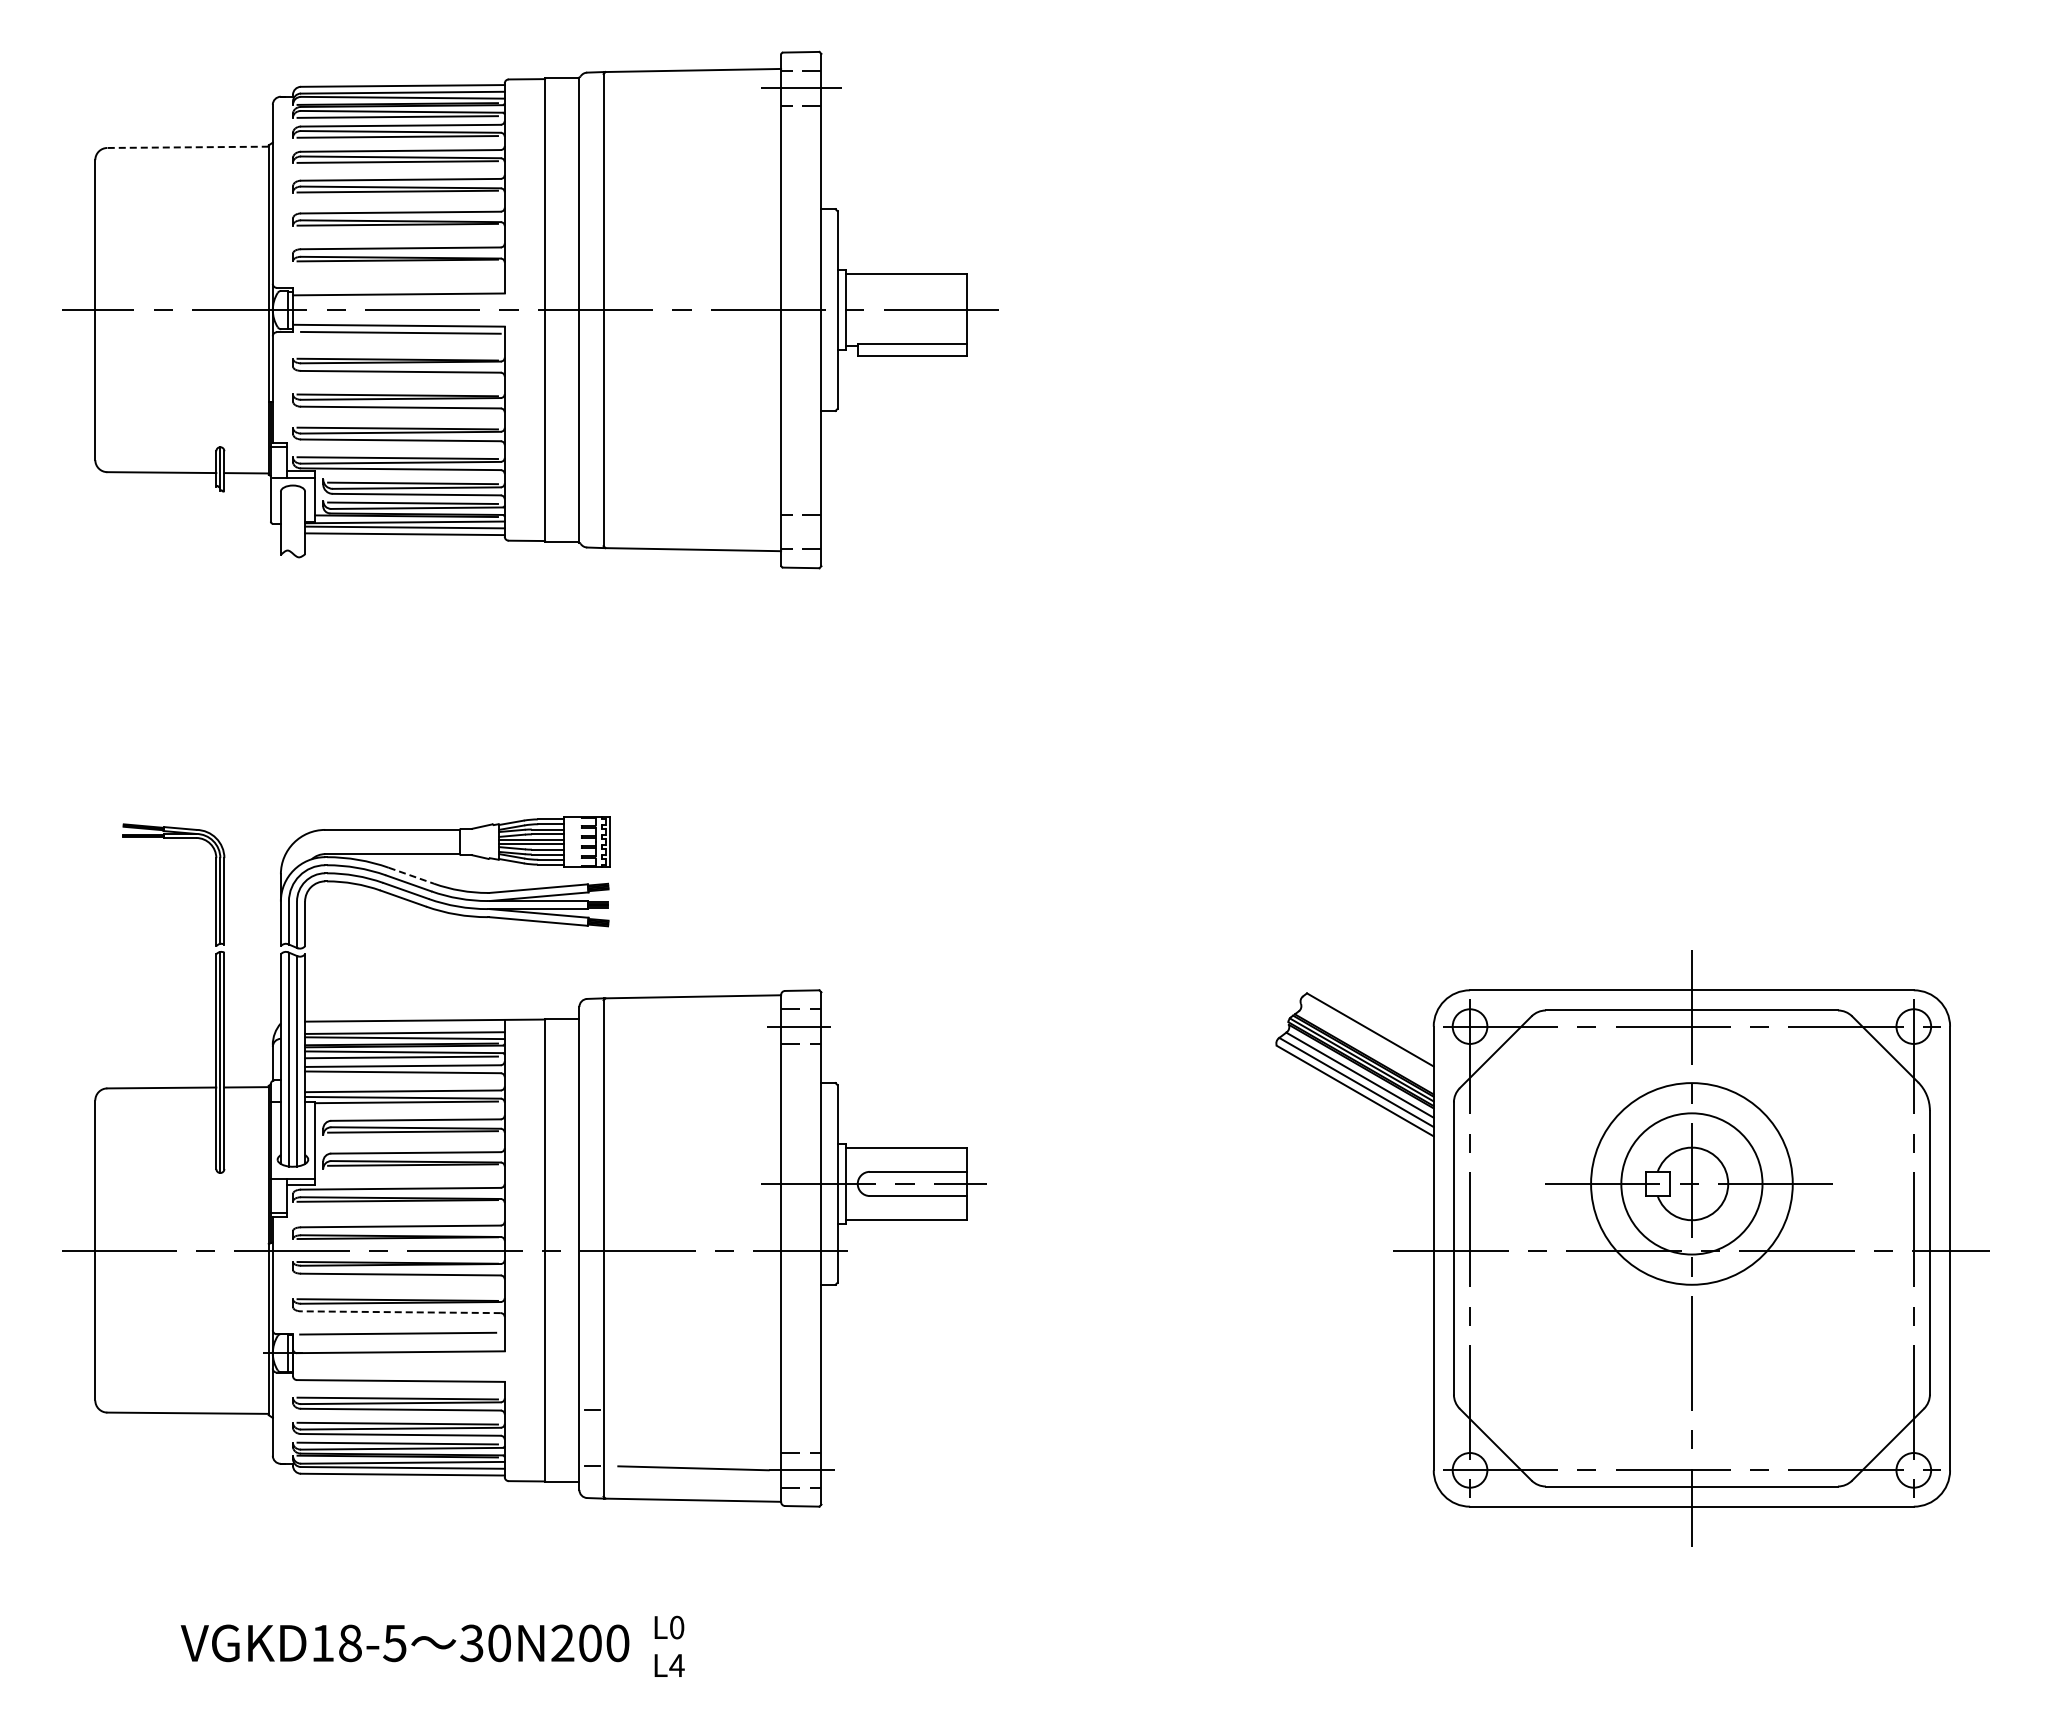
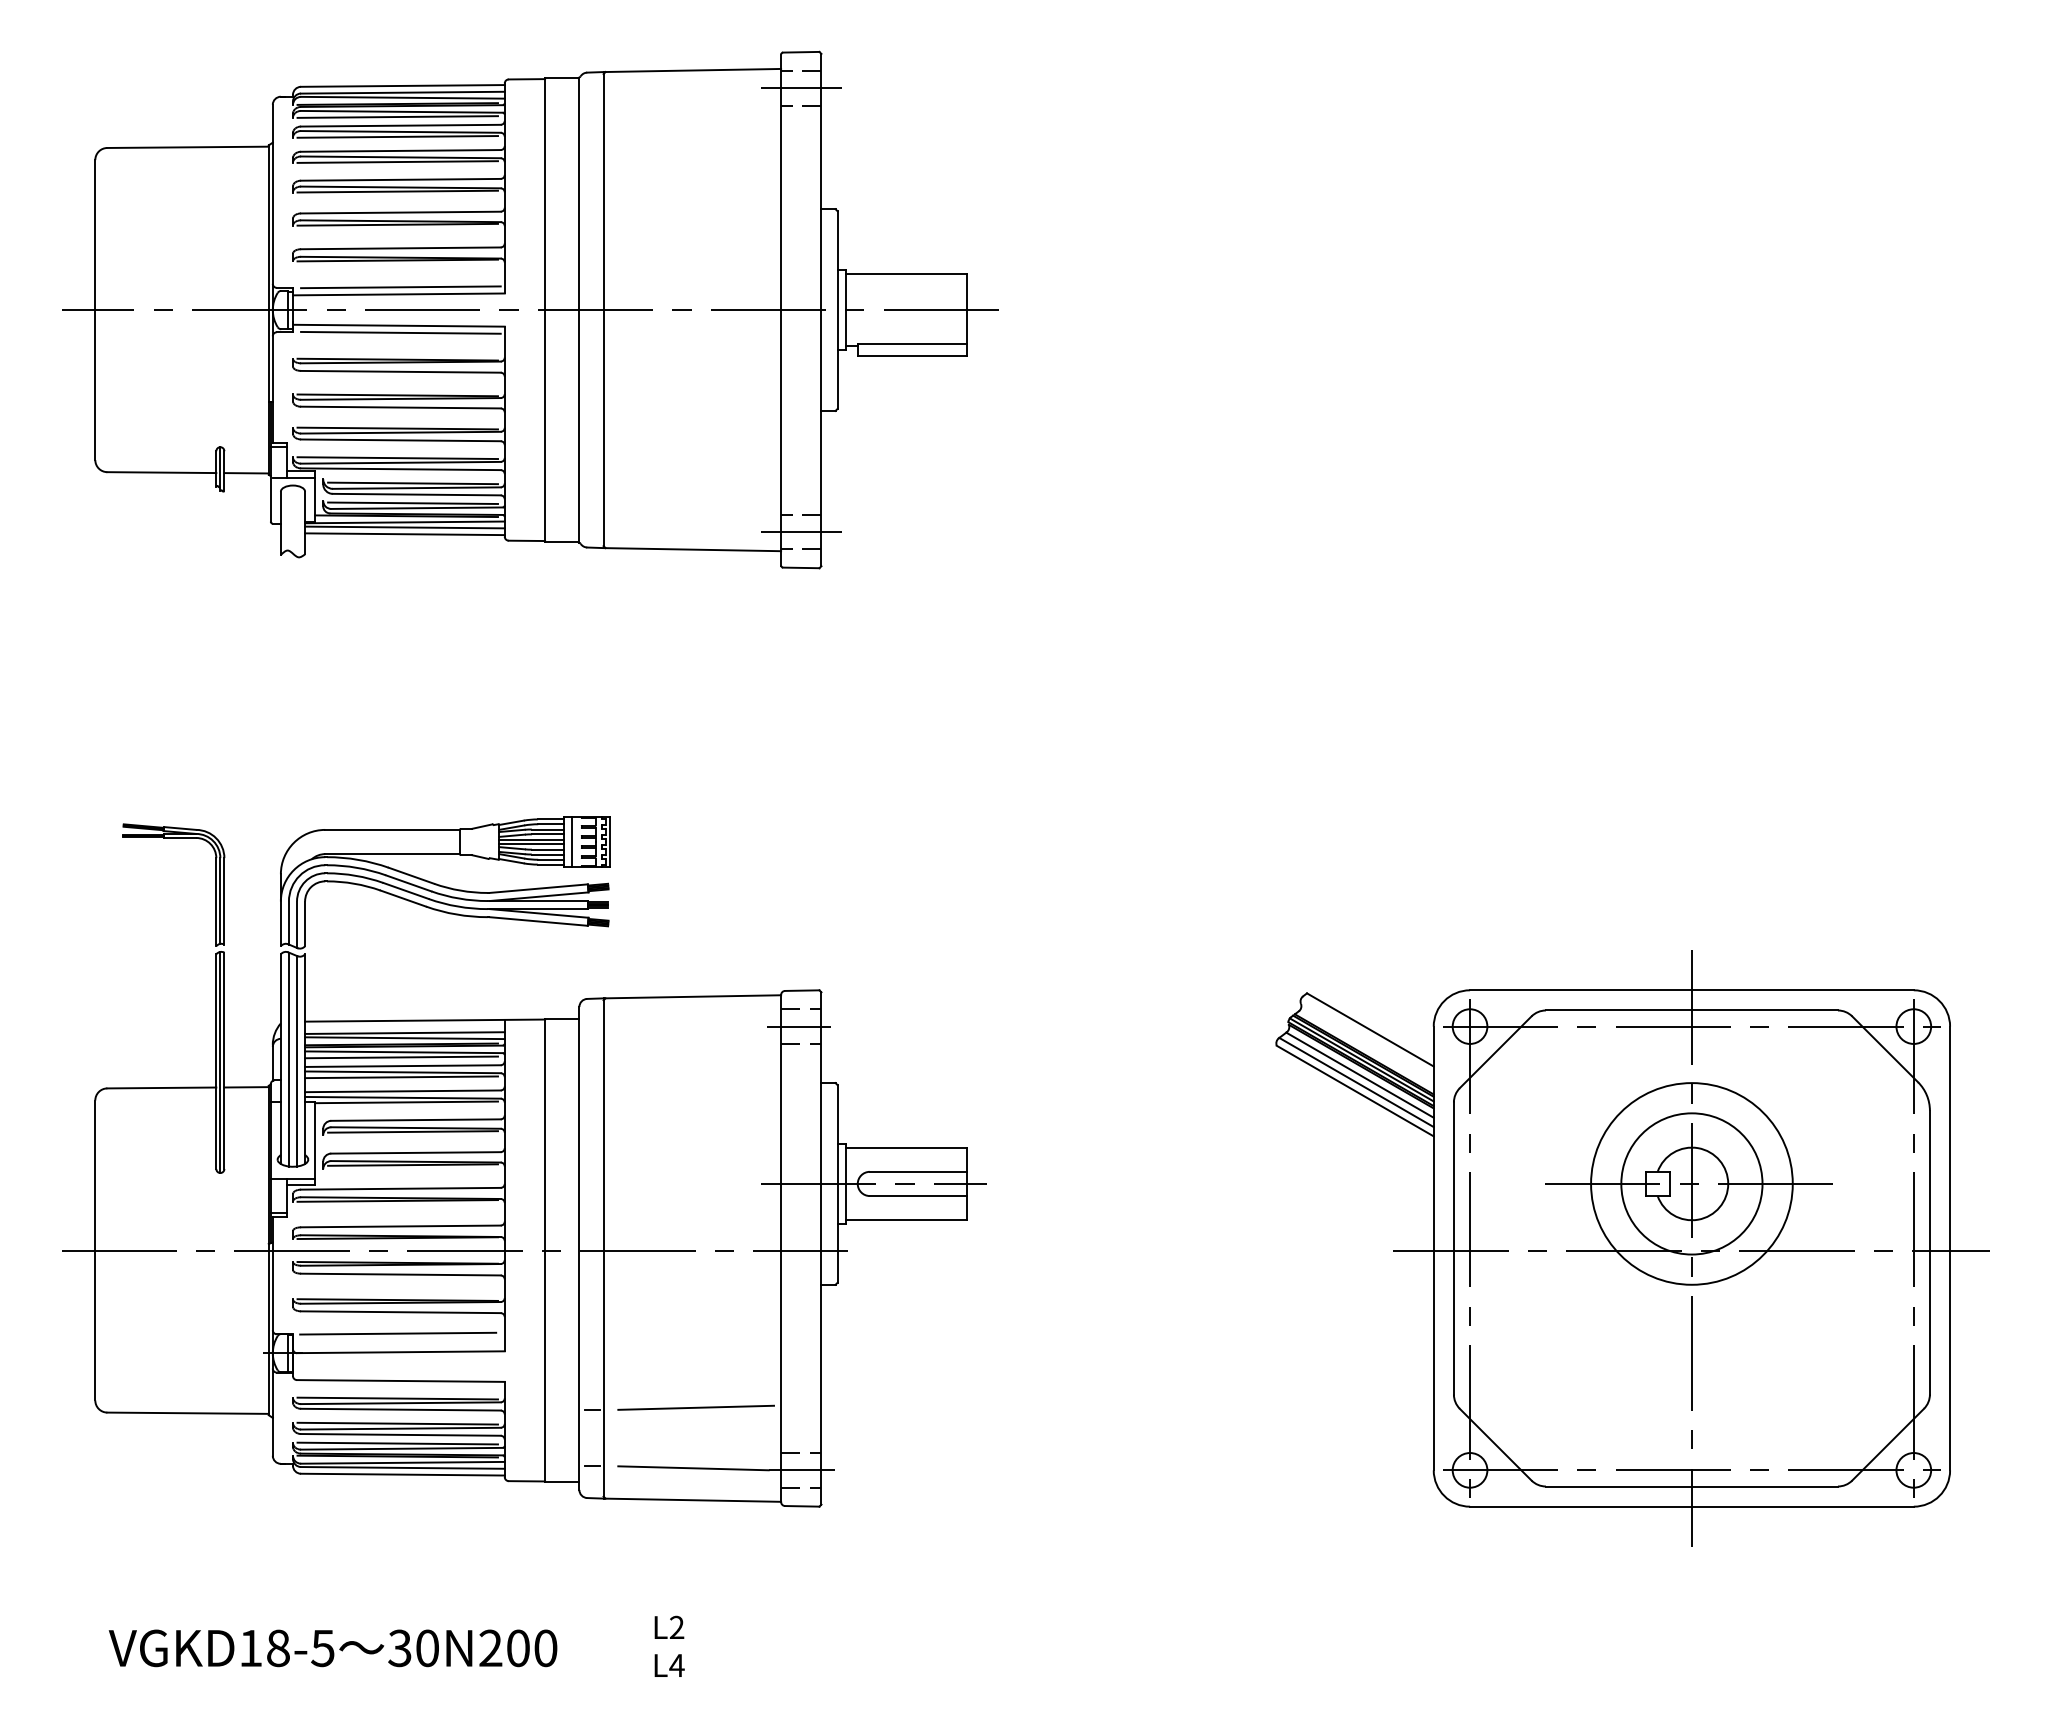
line at (188, 147): dashed -> solid
line at (400, 287): none -> present
line at (800, 531): none -> present
line at (571, 841): none -> present
line at (411, 875): dashed -> solid
line at (401, 1077): none -> present
line at (400, 1312): dashed -> solid
line at (696, 1407): none -> present
text at (676, 1627): L0 -> L2
text at (404, 1643) position: (404, 1643) -> (332, 1648)
